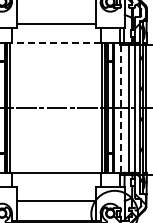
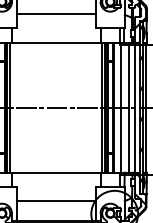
line at (55, 24) position: (55, 24) -> (55, 14)
line at (55, 42): dashed -> solid
line at (120, 107): dashed -> solid
